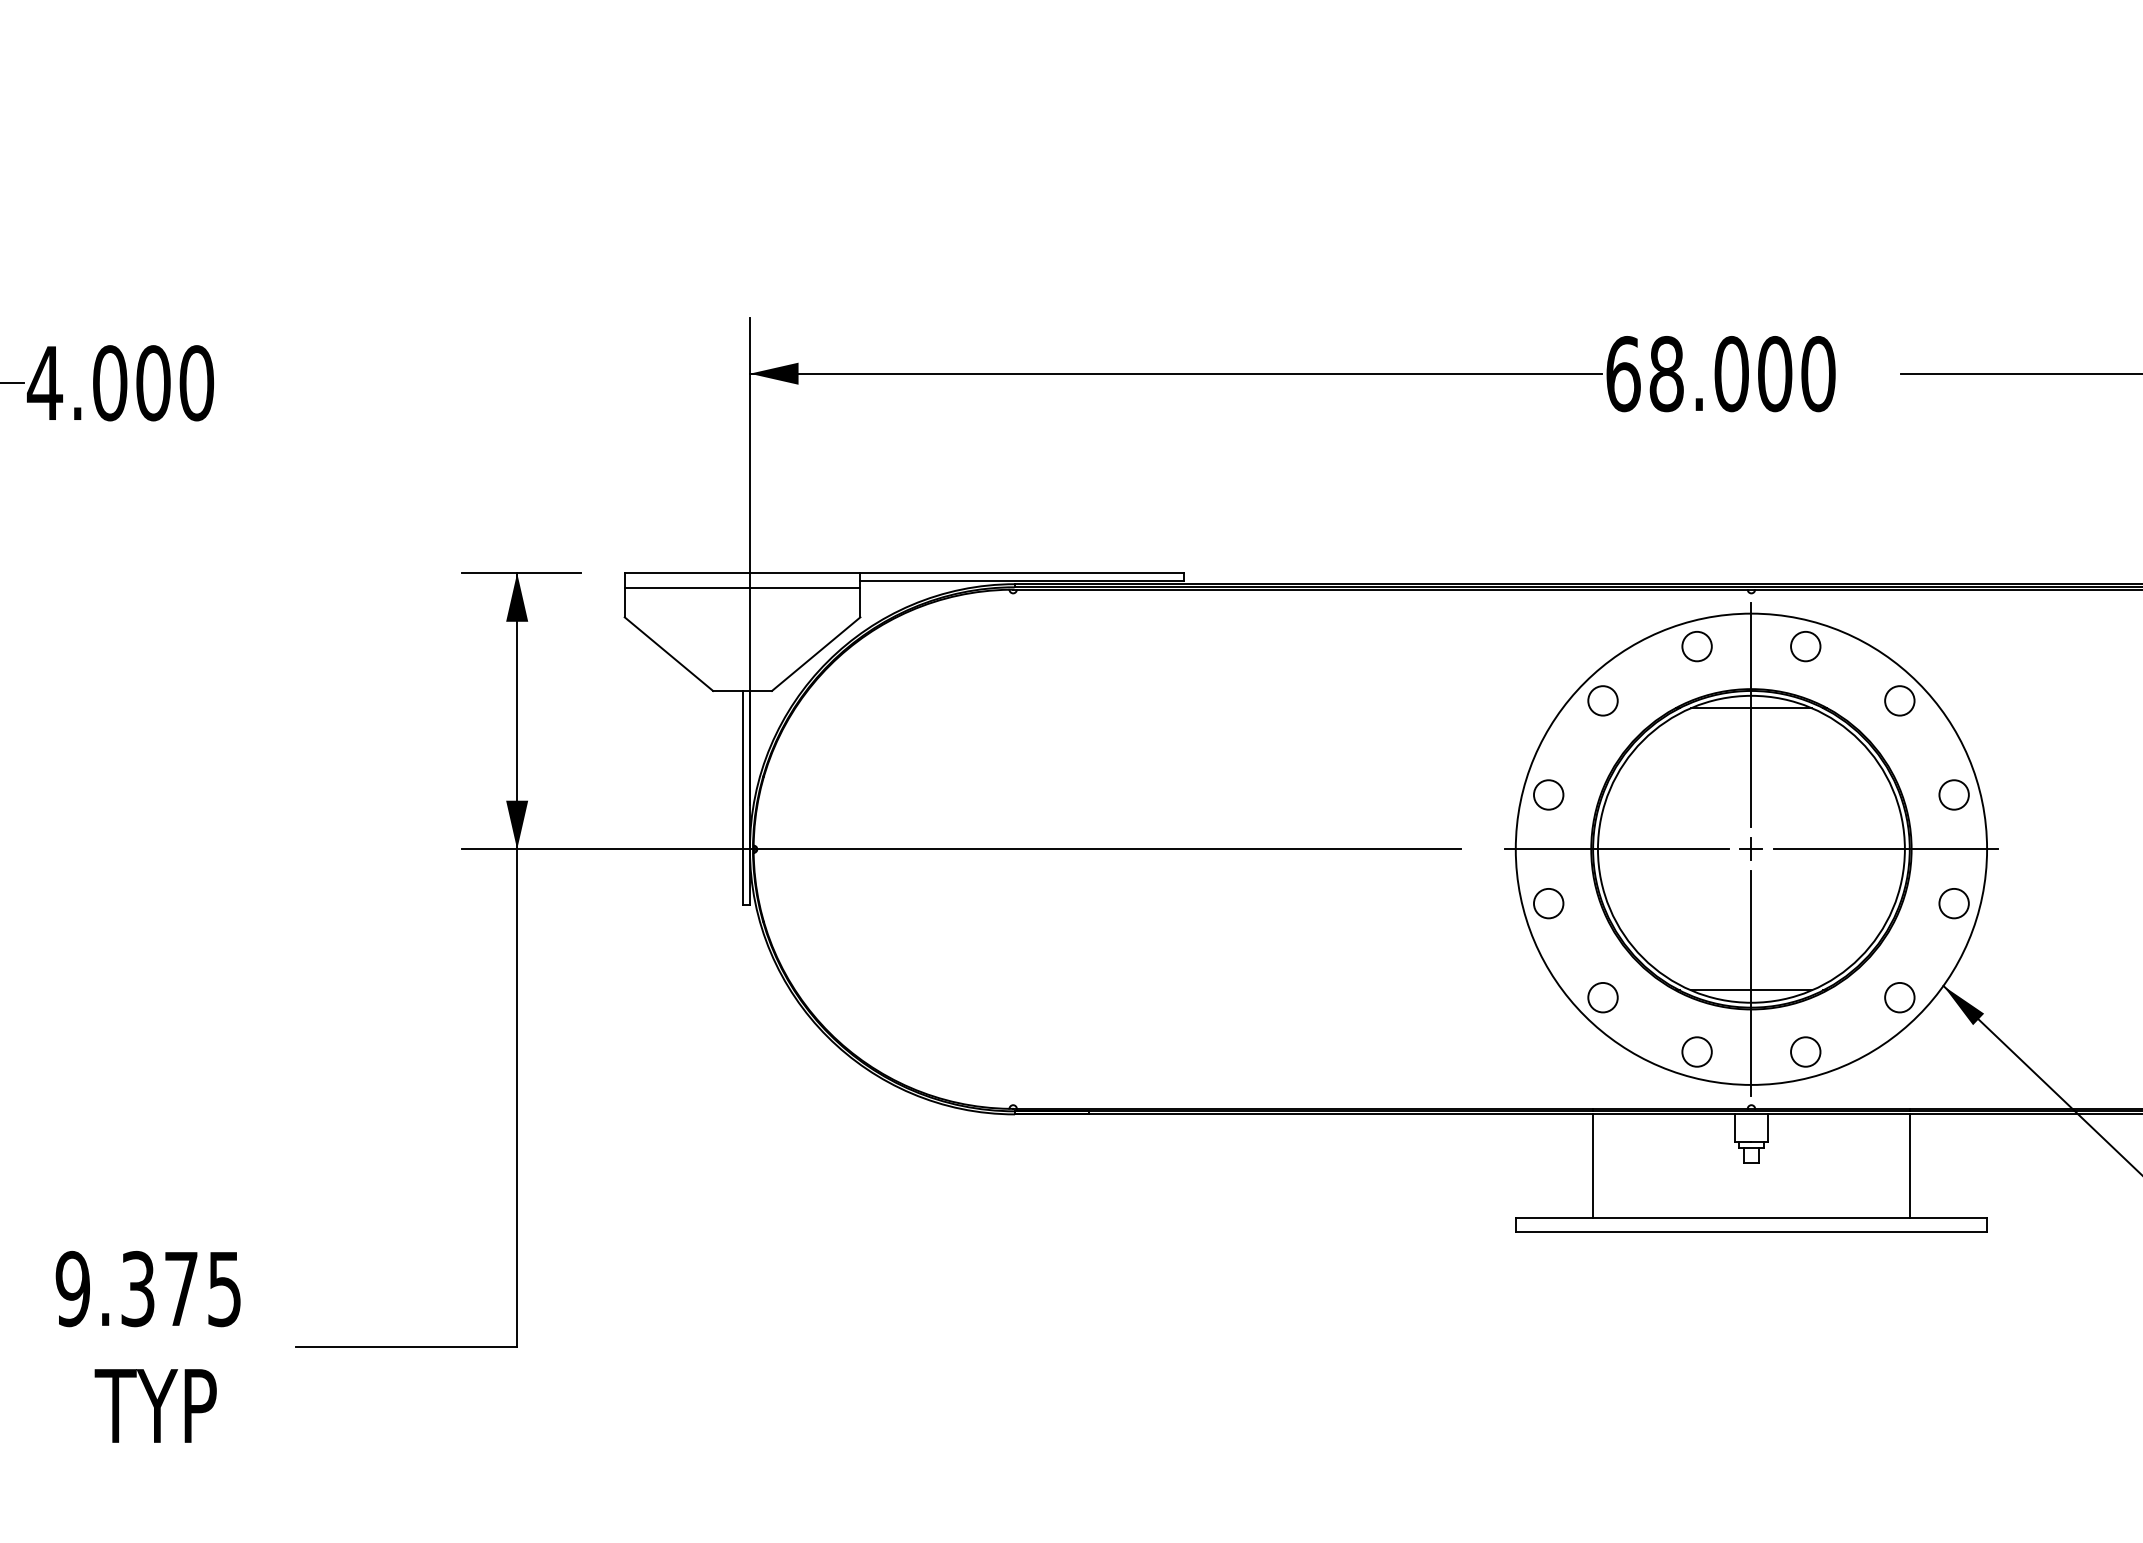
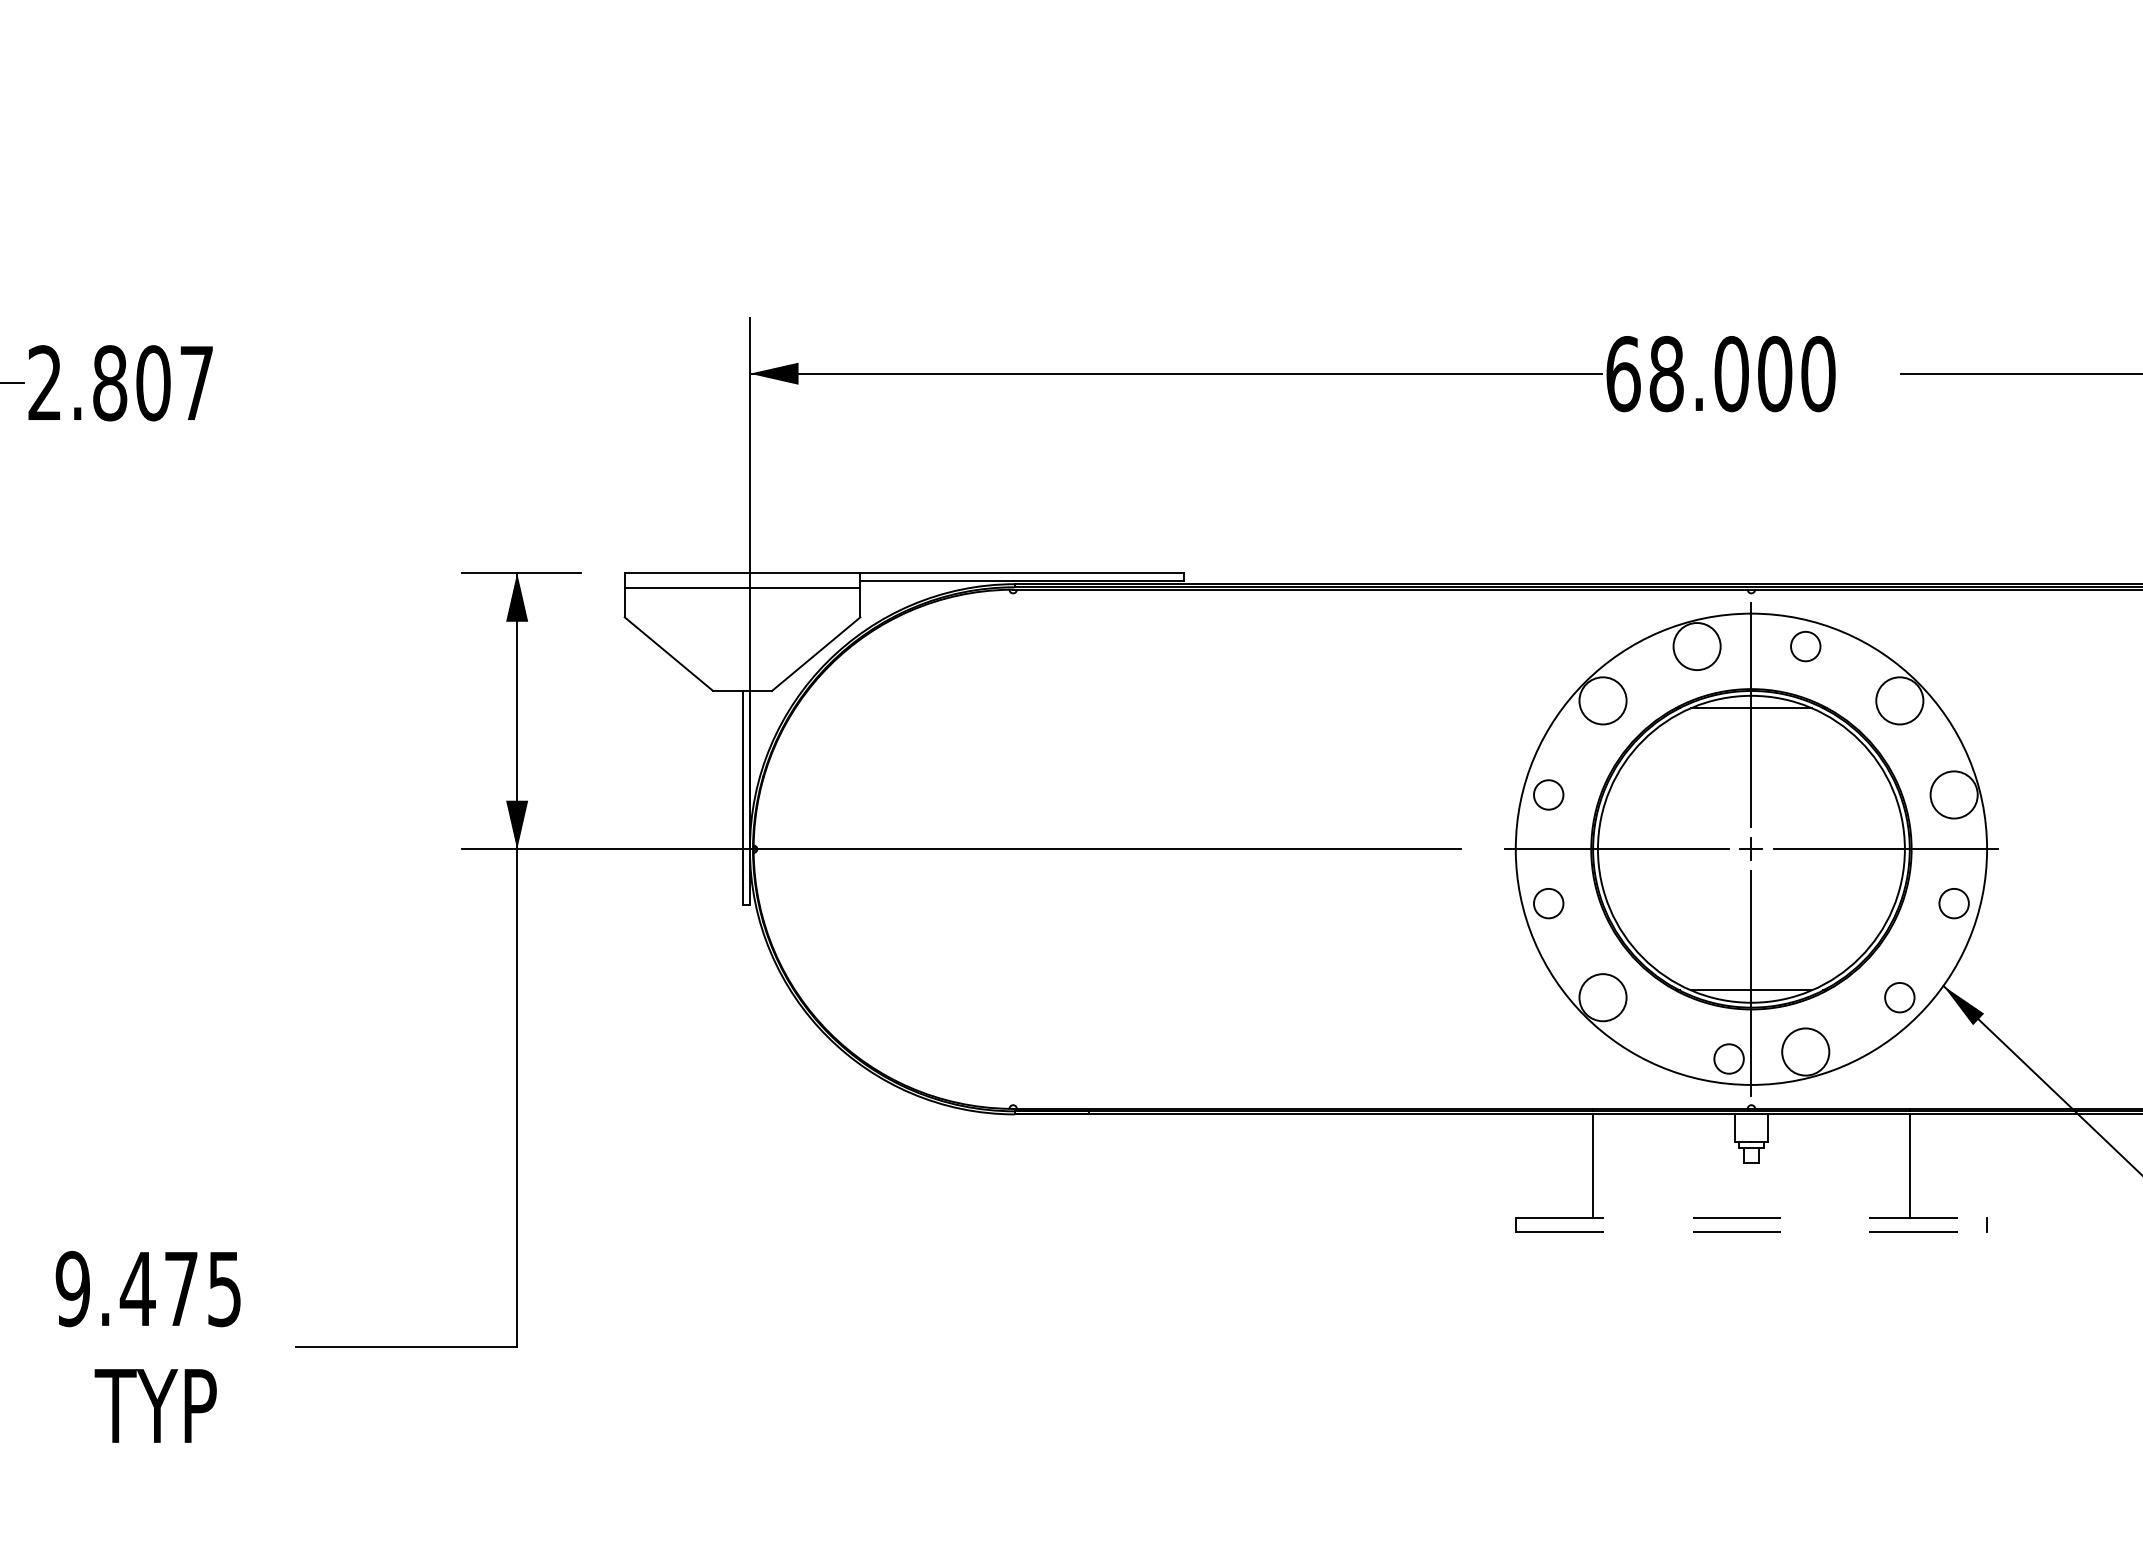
text at (120, 383): 4.000 -> 2.807
circle at (1696, 646) diameter: 29 px -> 47 px
circle at (1602, 700) diameter: 29 px -> 47 px
circle at (1899, 700) diameter: 29 px -> 47 px
circle at (1953, 794) diameter: 29 px -> 47 px
circle at (1602, 997) diameter: 29 px -> 47 px
circle at (1696, 1051) position: (1696, 1051) -> (1728, 1058)
circle at (1805, 1051) diameter: 29 px -> 47 px
line at (1751, 1217): solid -> dashed
line at (1751, 1232): solid -> dashed
text at (137, 1288): 9.375 -> 9.475
